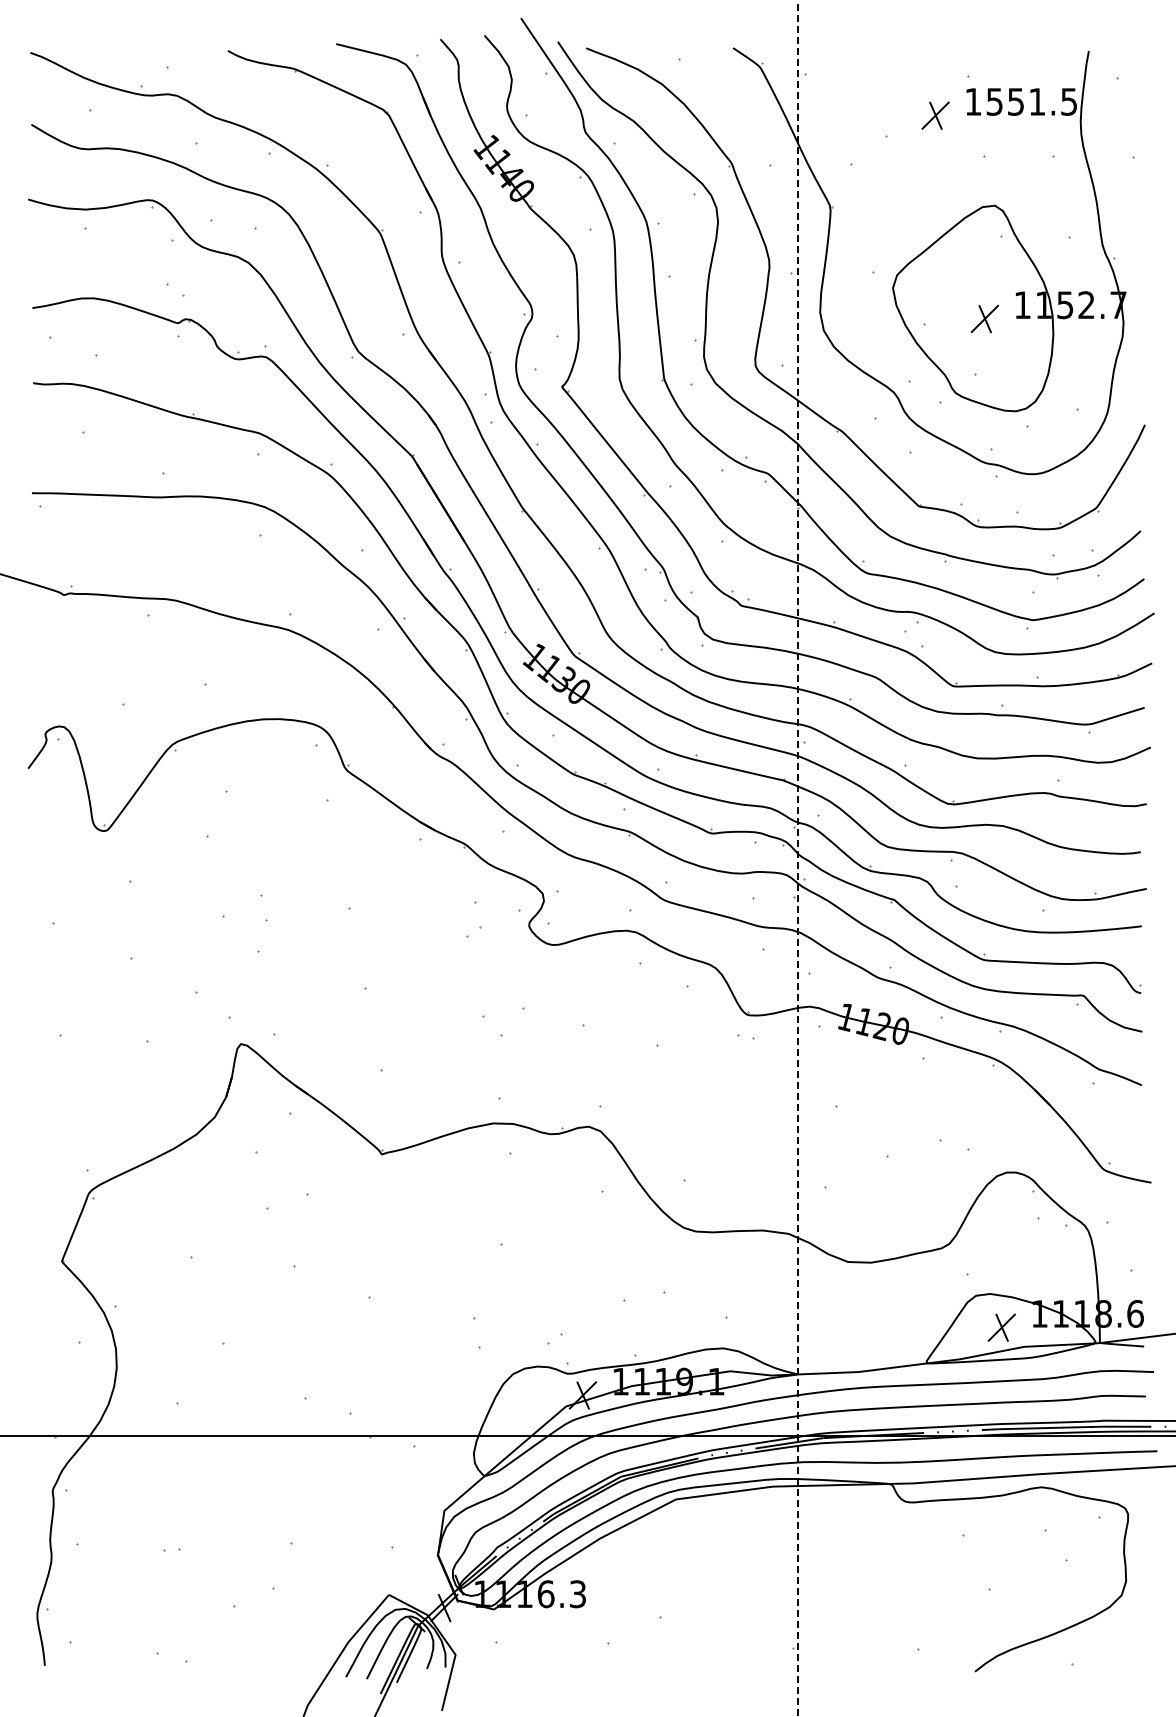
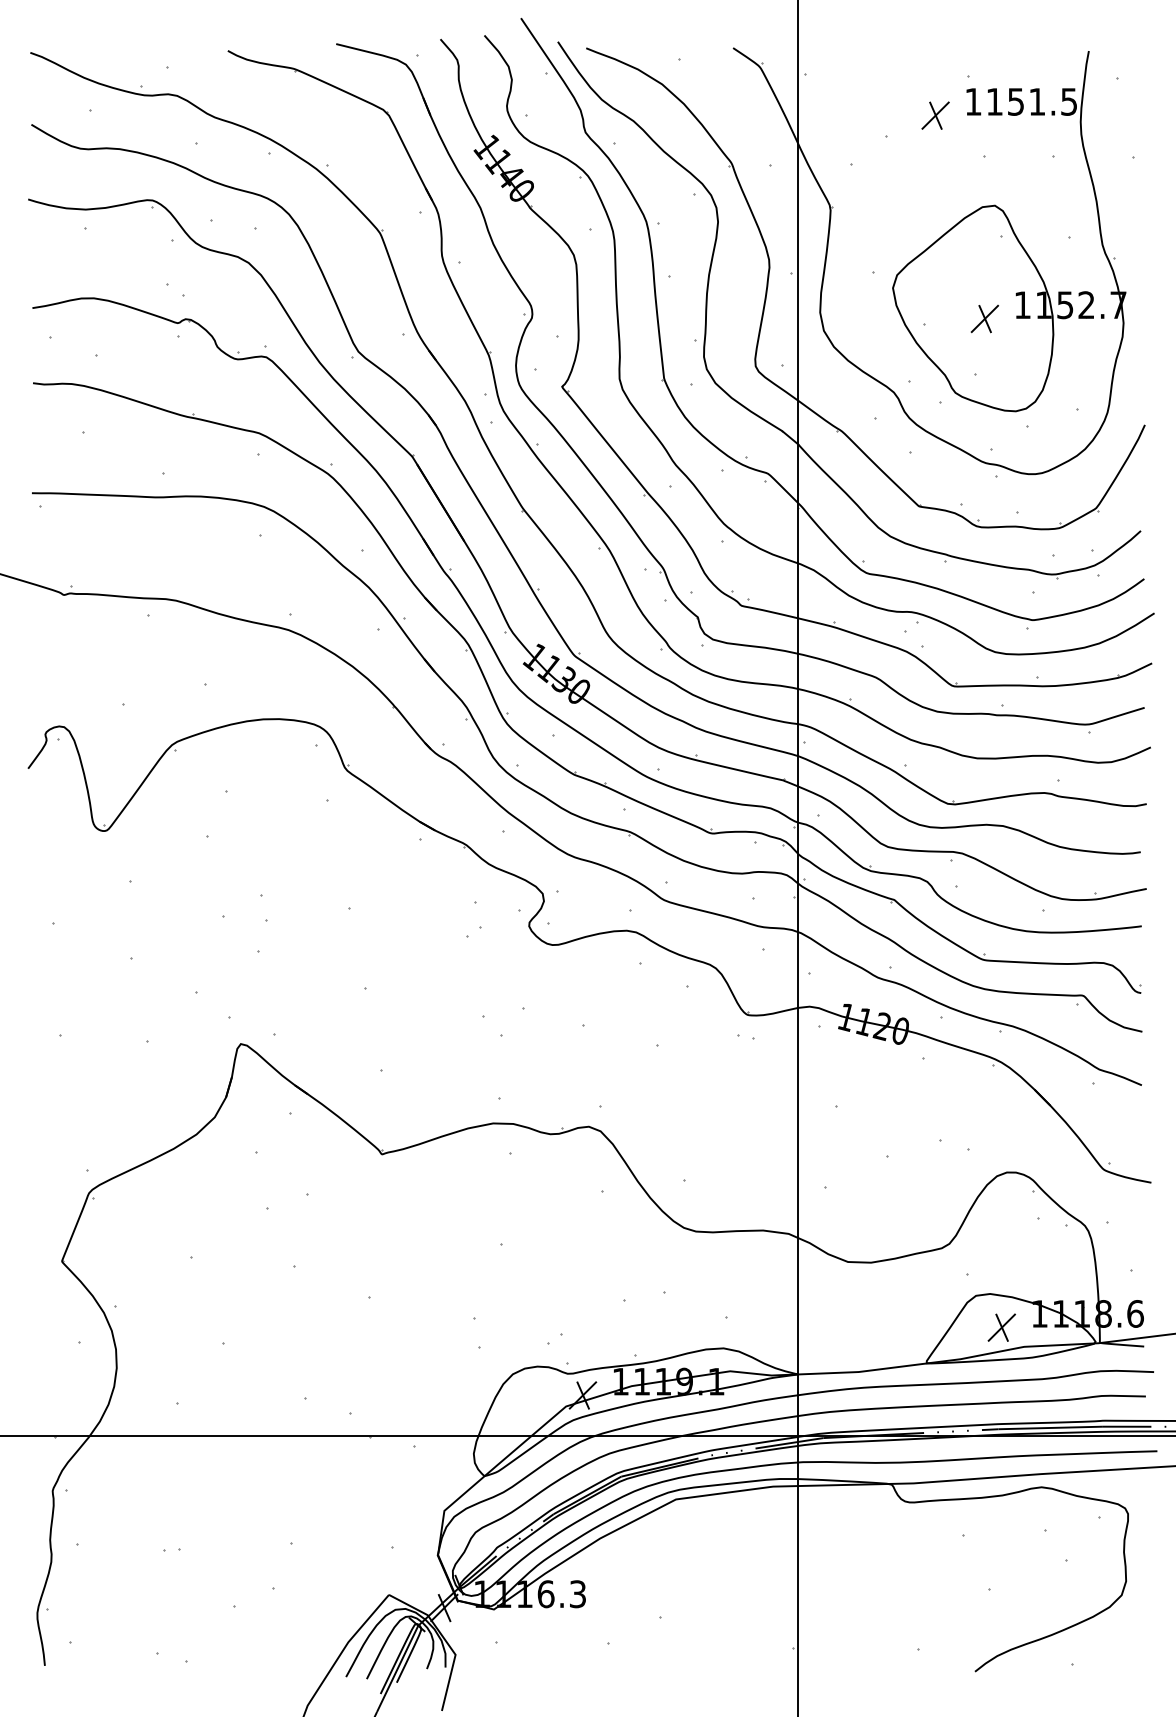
text at (994, 101): 1551.5 -> 1151.5
line at (797, 858): dashed -> solid
